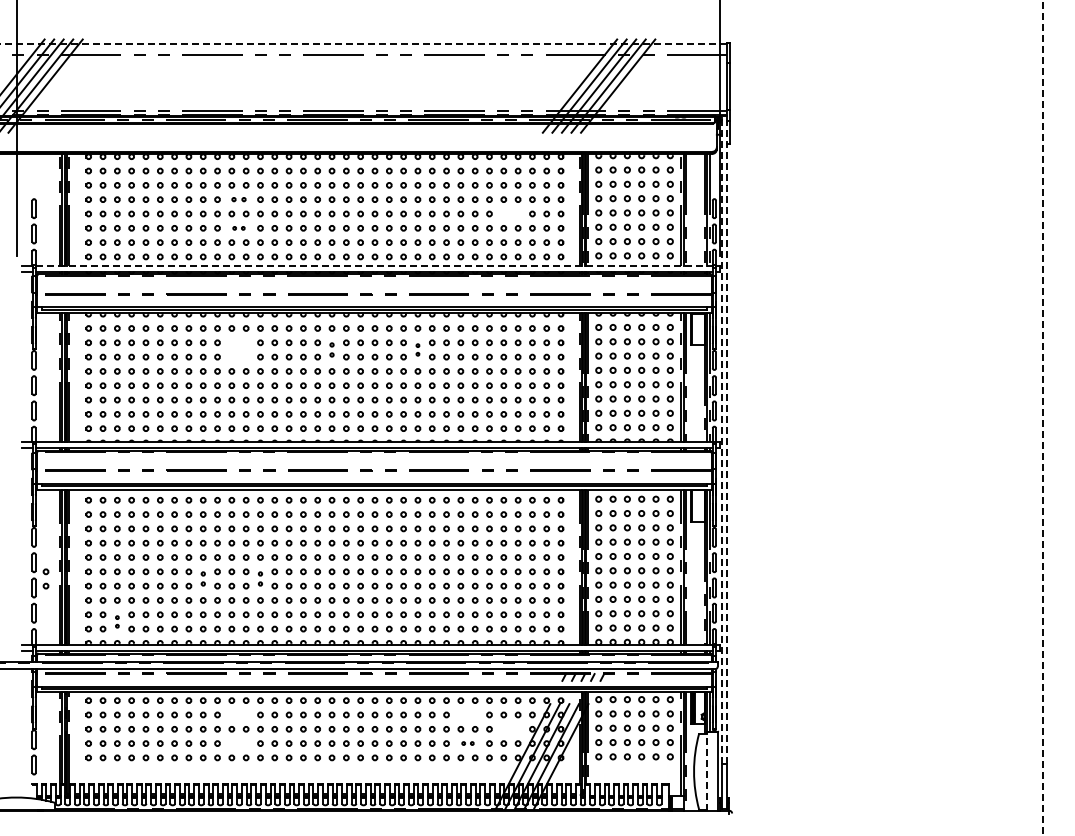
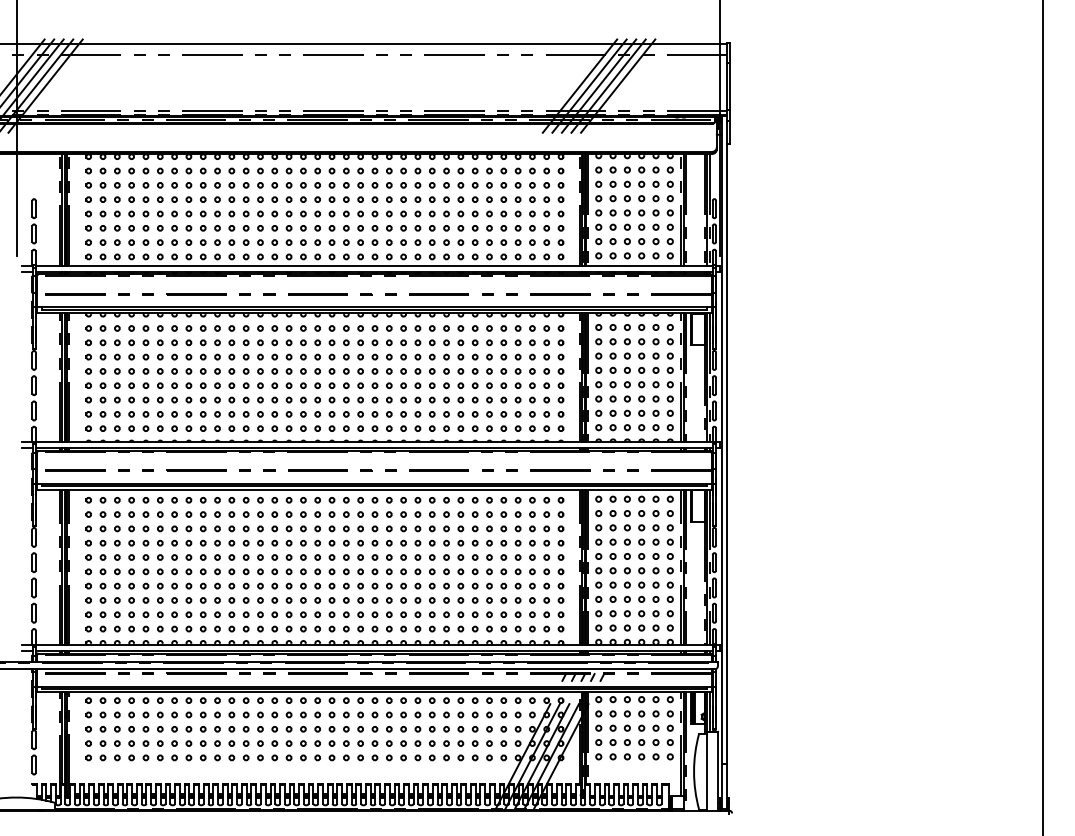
line at (363, 44): dashed -> solid
part at (238, 199) size: 16x6 px -> 22x7 px
part at (510, 213): none -> present
part at (238, 228) size: 14x5 px -> 22x7 px
line at (374, 265): dashed -> solid
part at (234, 344): none -> present
part at (331, 349) size: 6x16 px -> 8x22 px
part at (417, 349) size: 6x14 px -> 8x22 px
line at (1042, 417): dashed -> solid
line at (721, 439): dashed -> solid
line at (727, 442): dashed -> solid
part at (45, 578): present -> none
part at (202, 578) size: 6x16 px -> 7x22 px
part at (260, 578) size: 5x16 px -> 7x22 px
part at (117, 621) size: 5x14 px -> 7x22 px
part at (238, 714): none -> present
part at (467, 714): none -> present
part at (510, 729): none -> present
part at (238, 743): none -> present
part at (467, 743) size: 14x5 px -> 22x7 px
line at (706, 770): dashed -> solid
